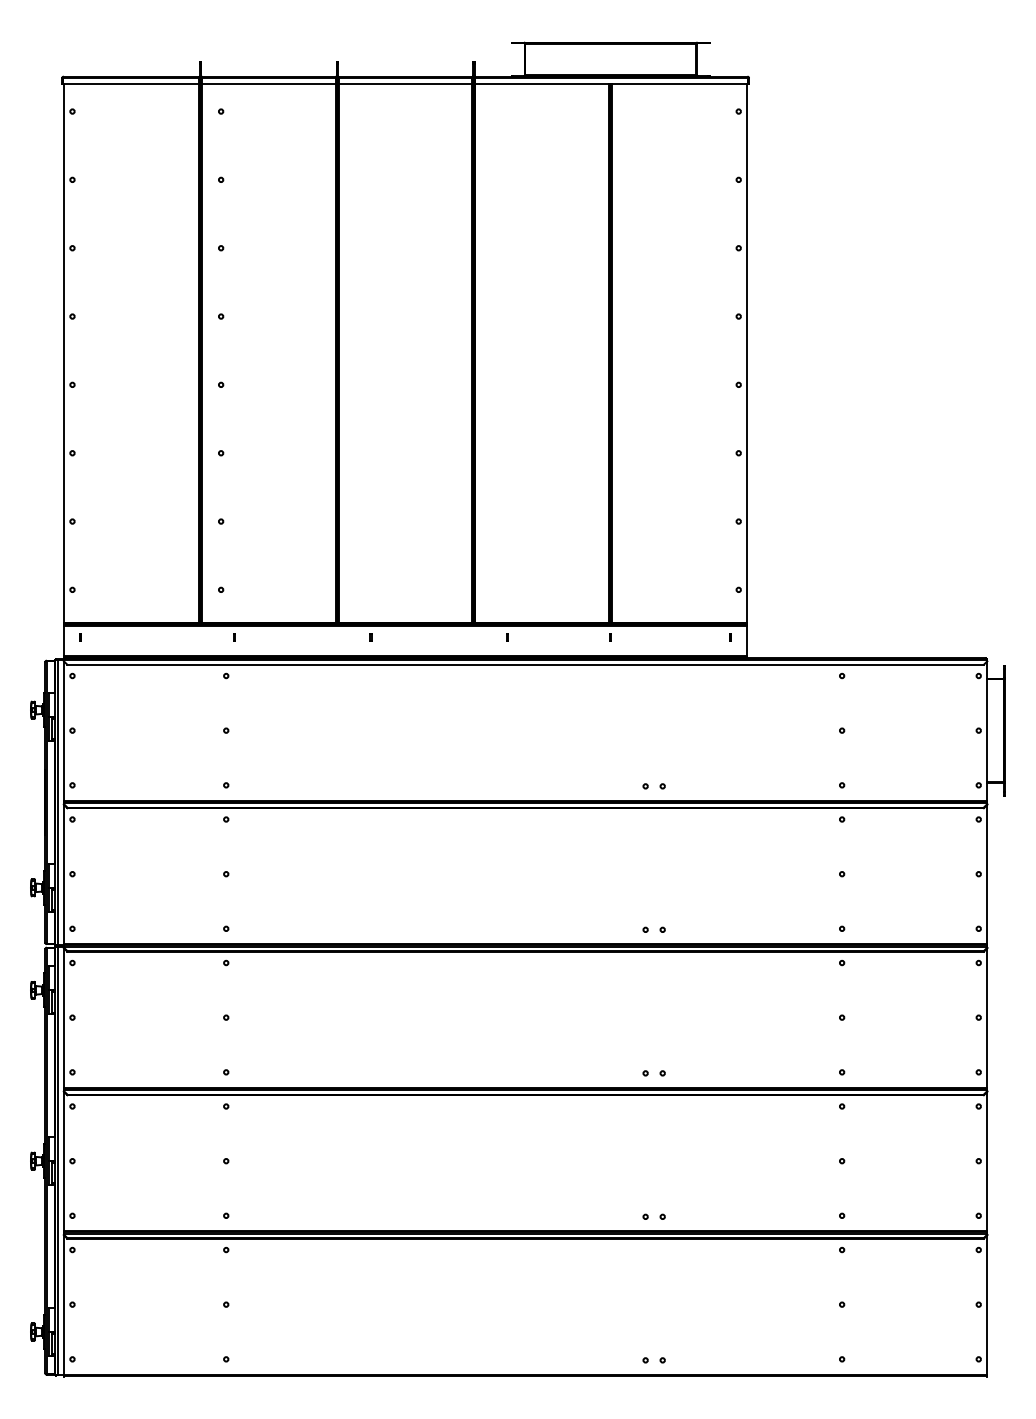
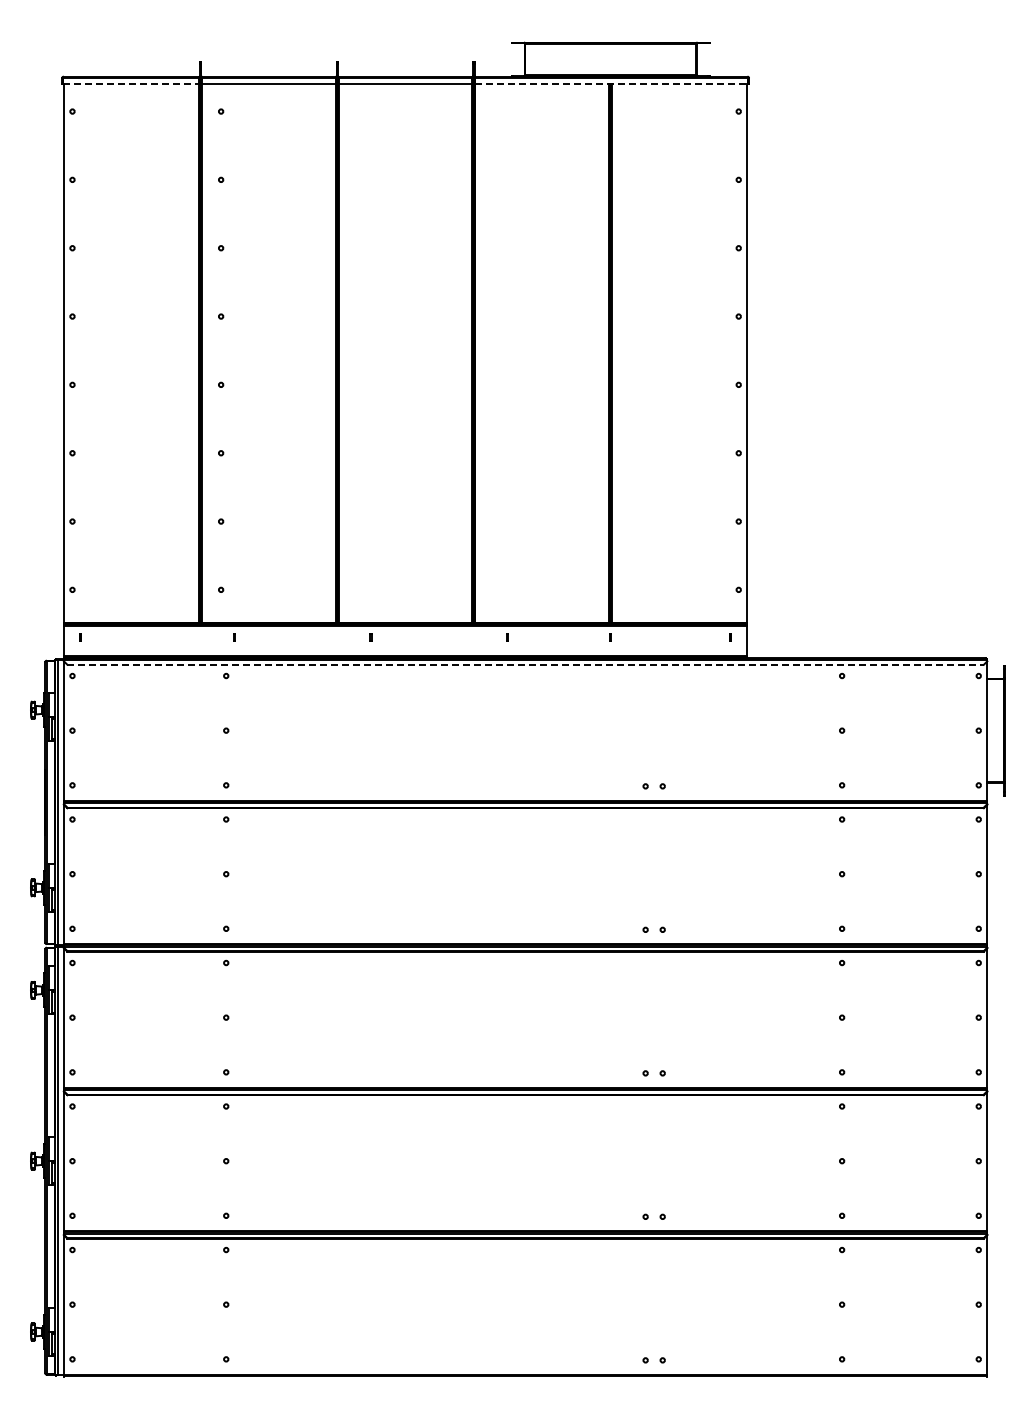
line at (131, 83): solid -> dashed
line at (612, 83): solid -> dashed
line at (526, 664): solid -> dashed
